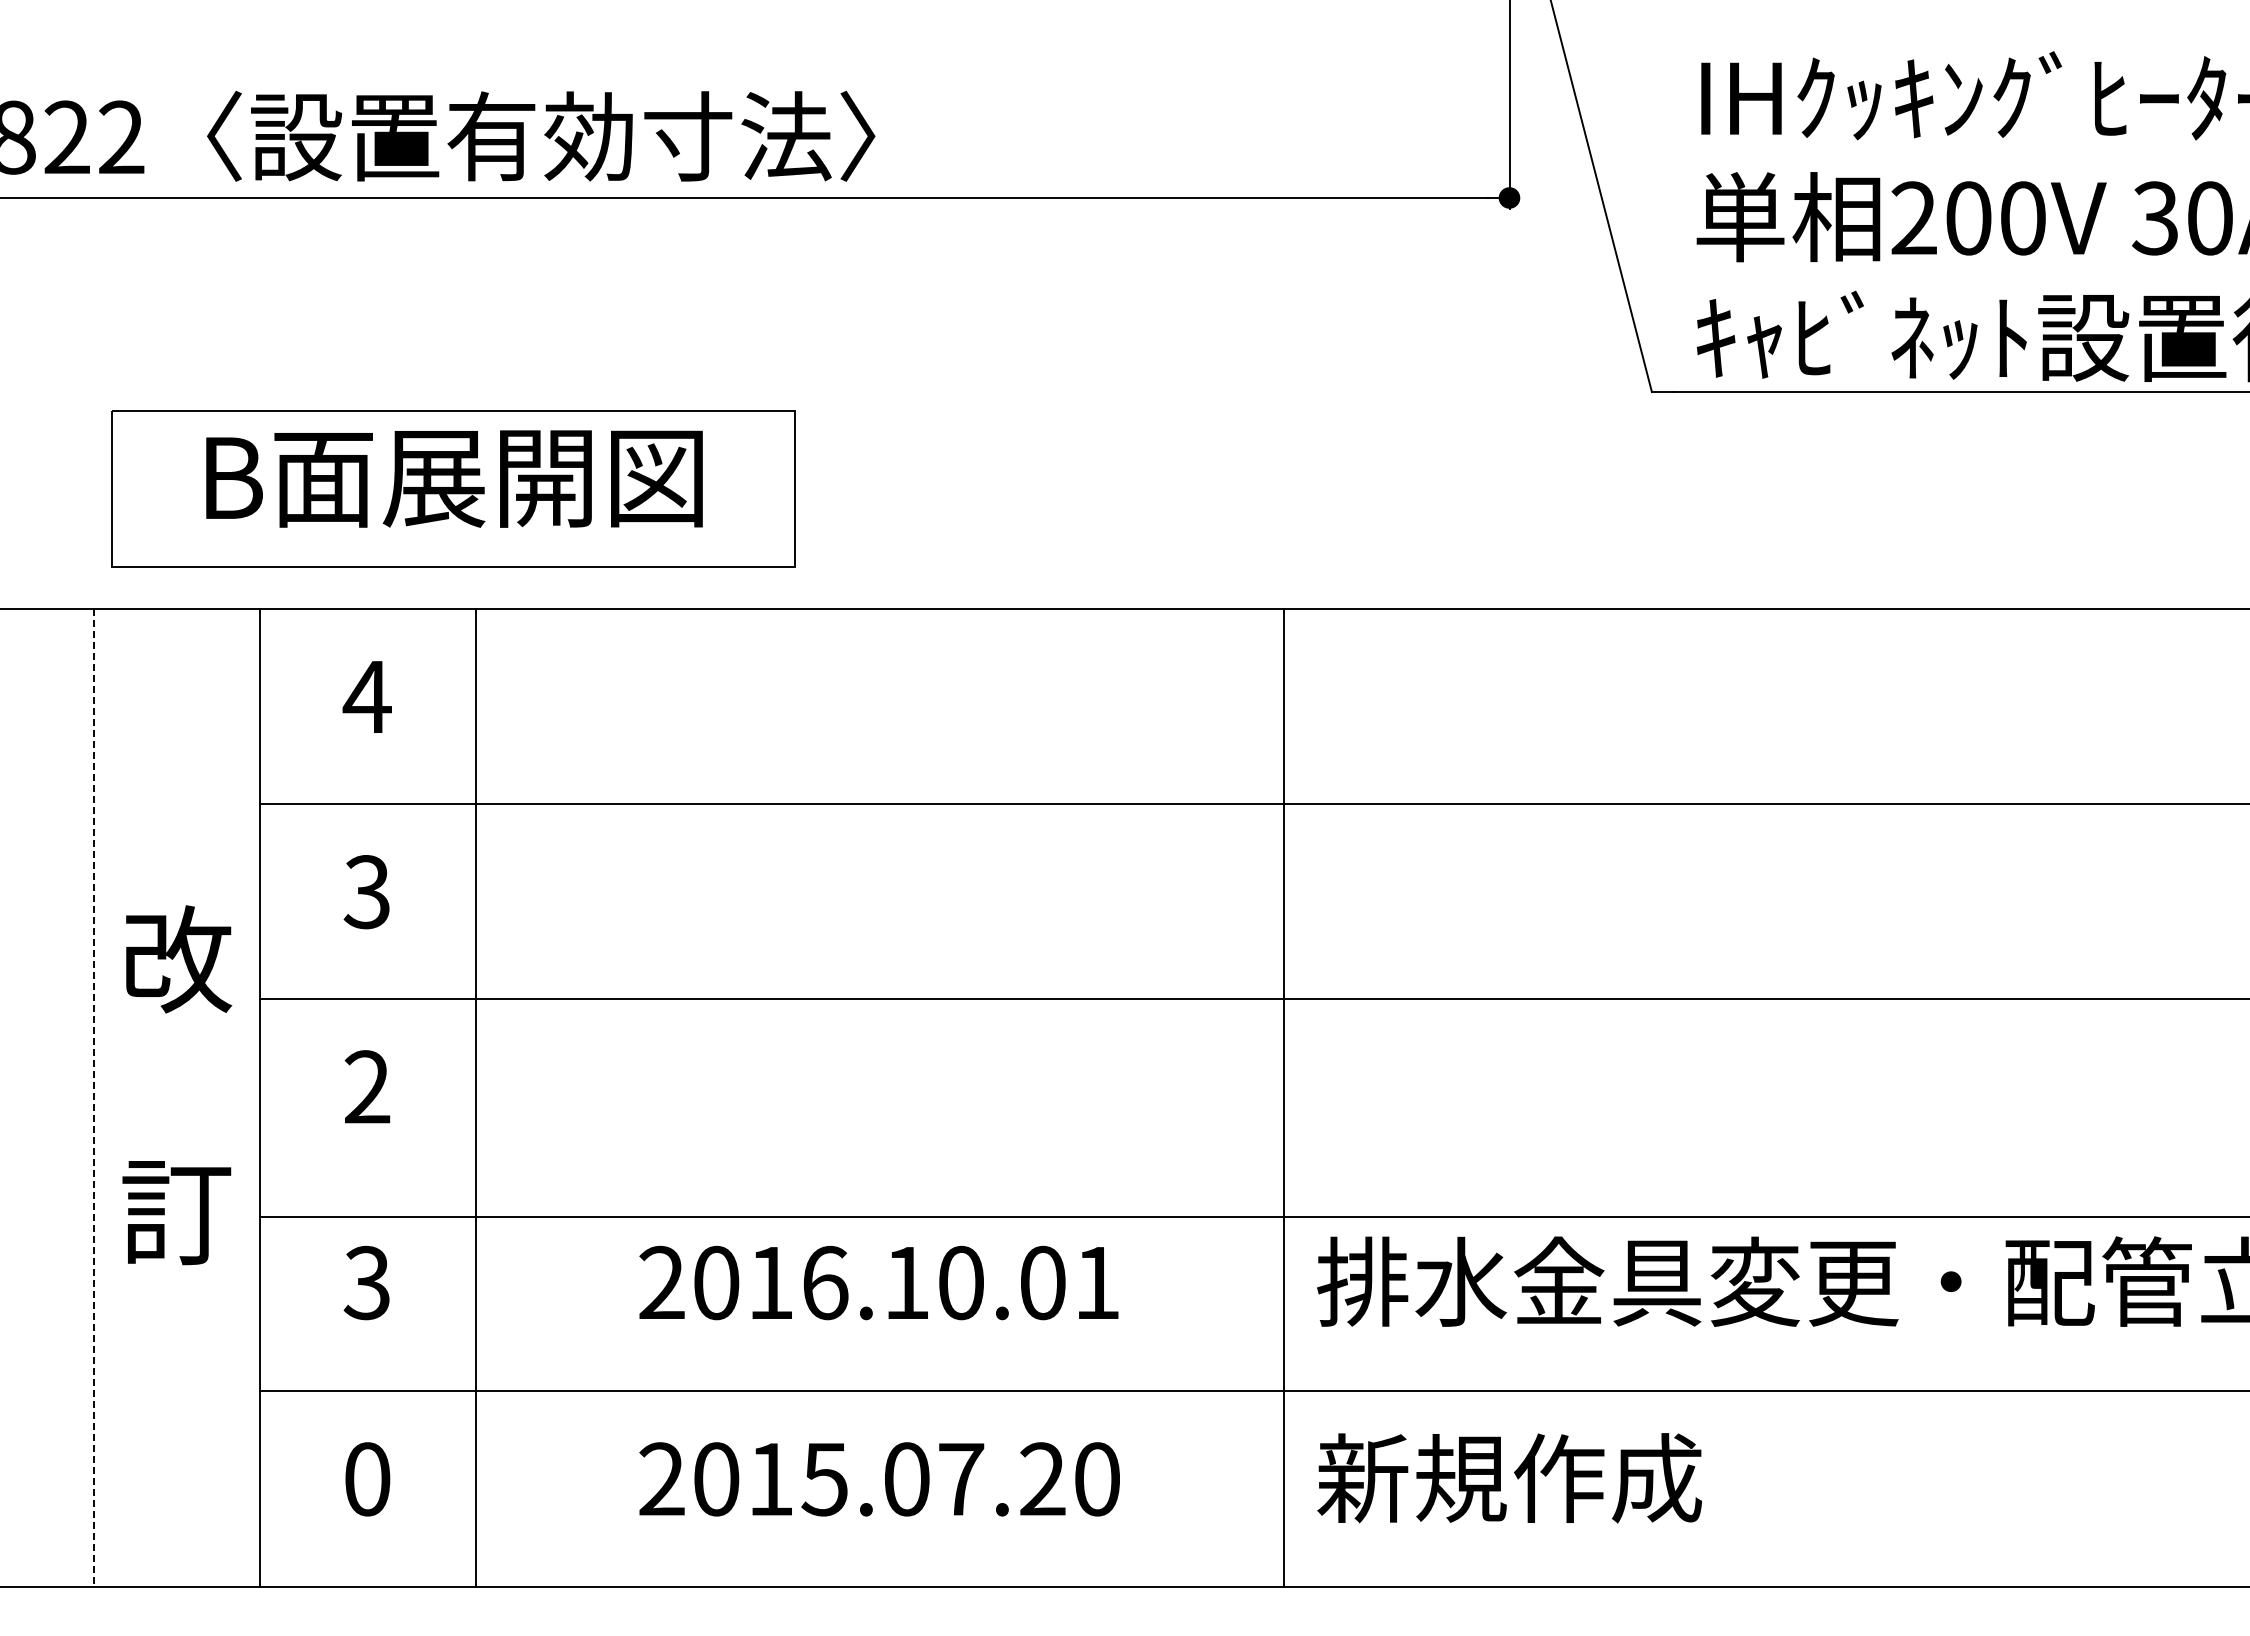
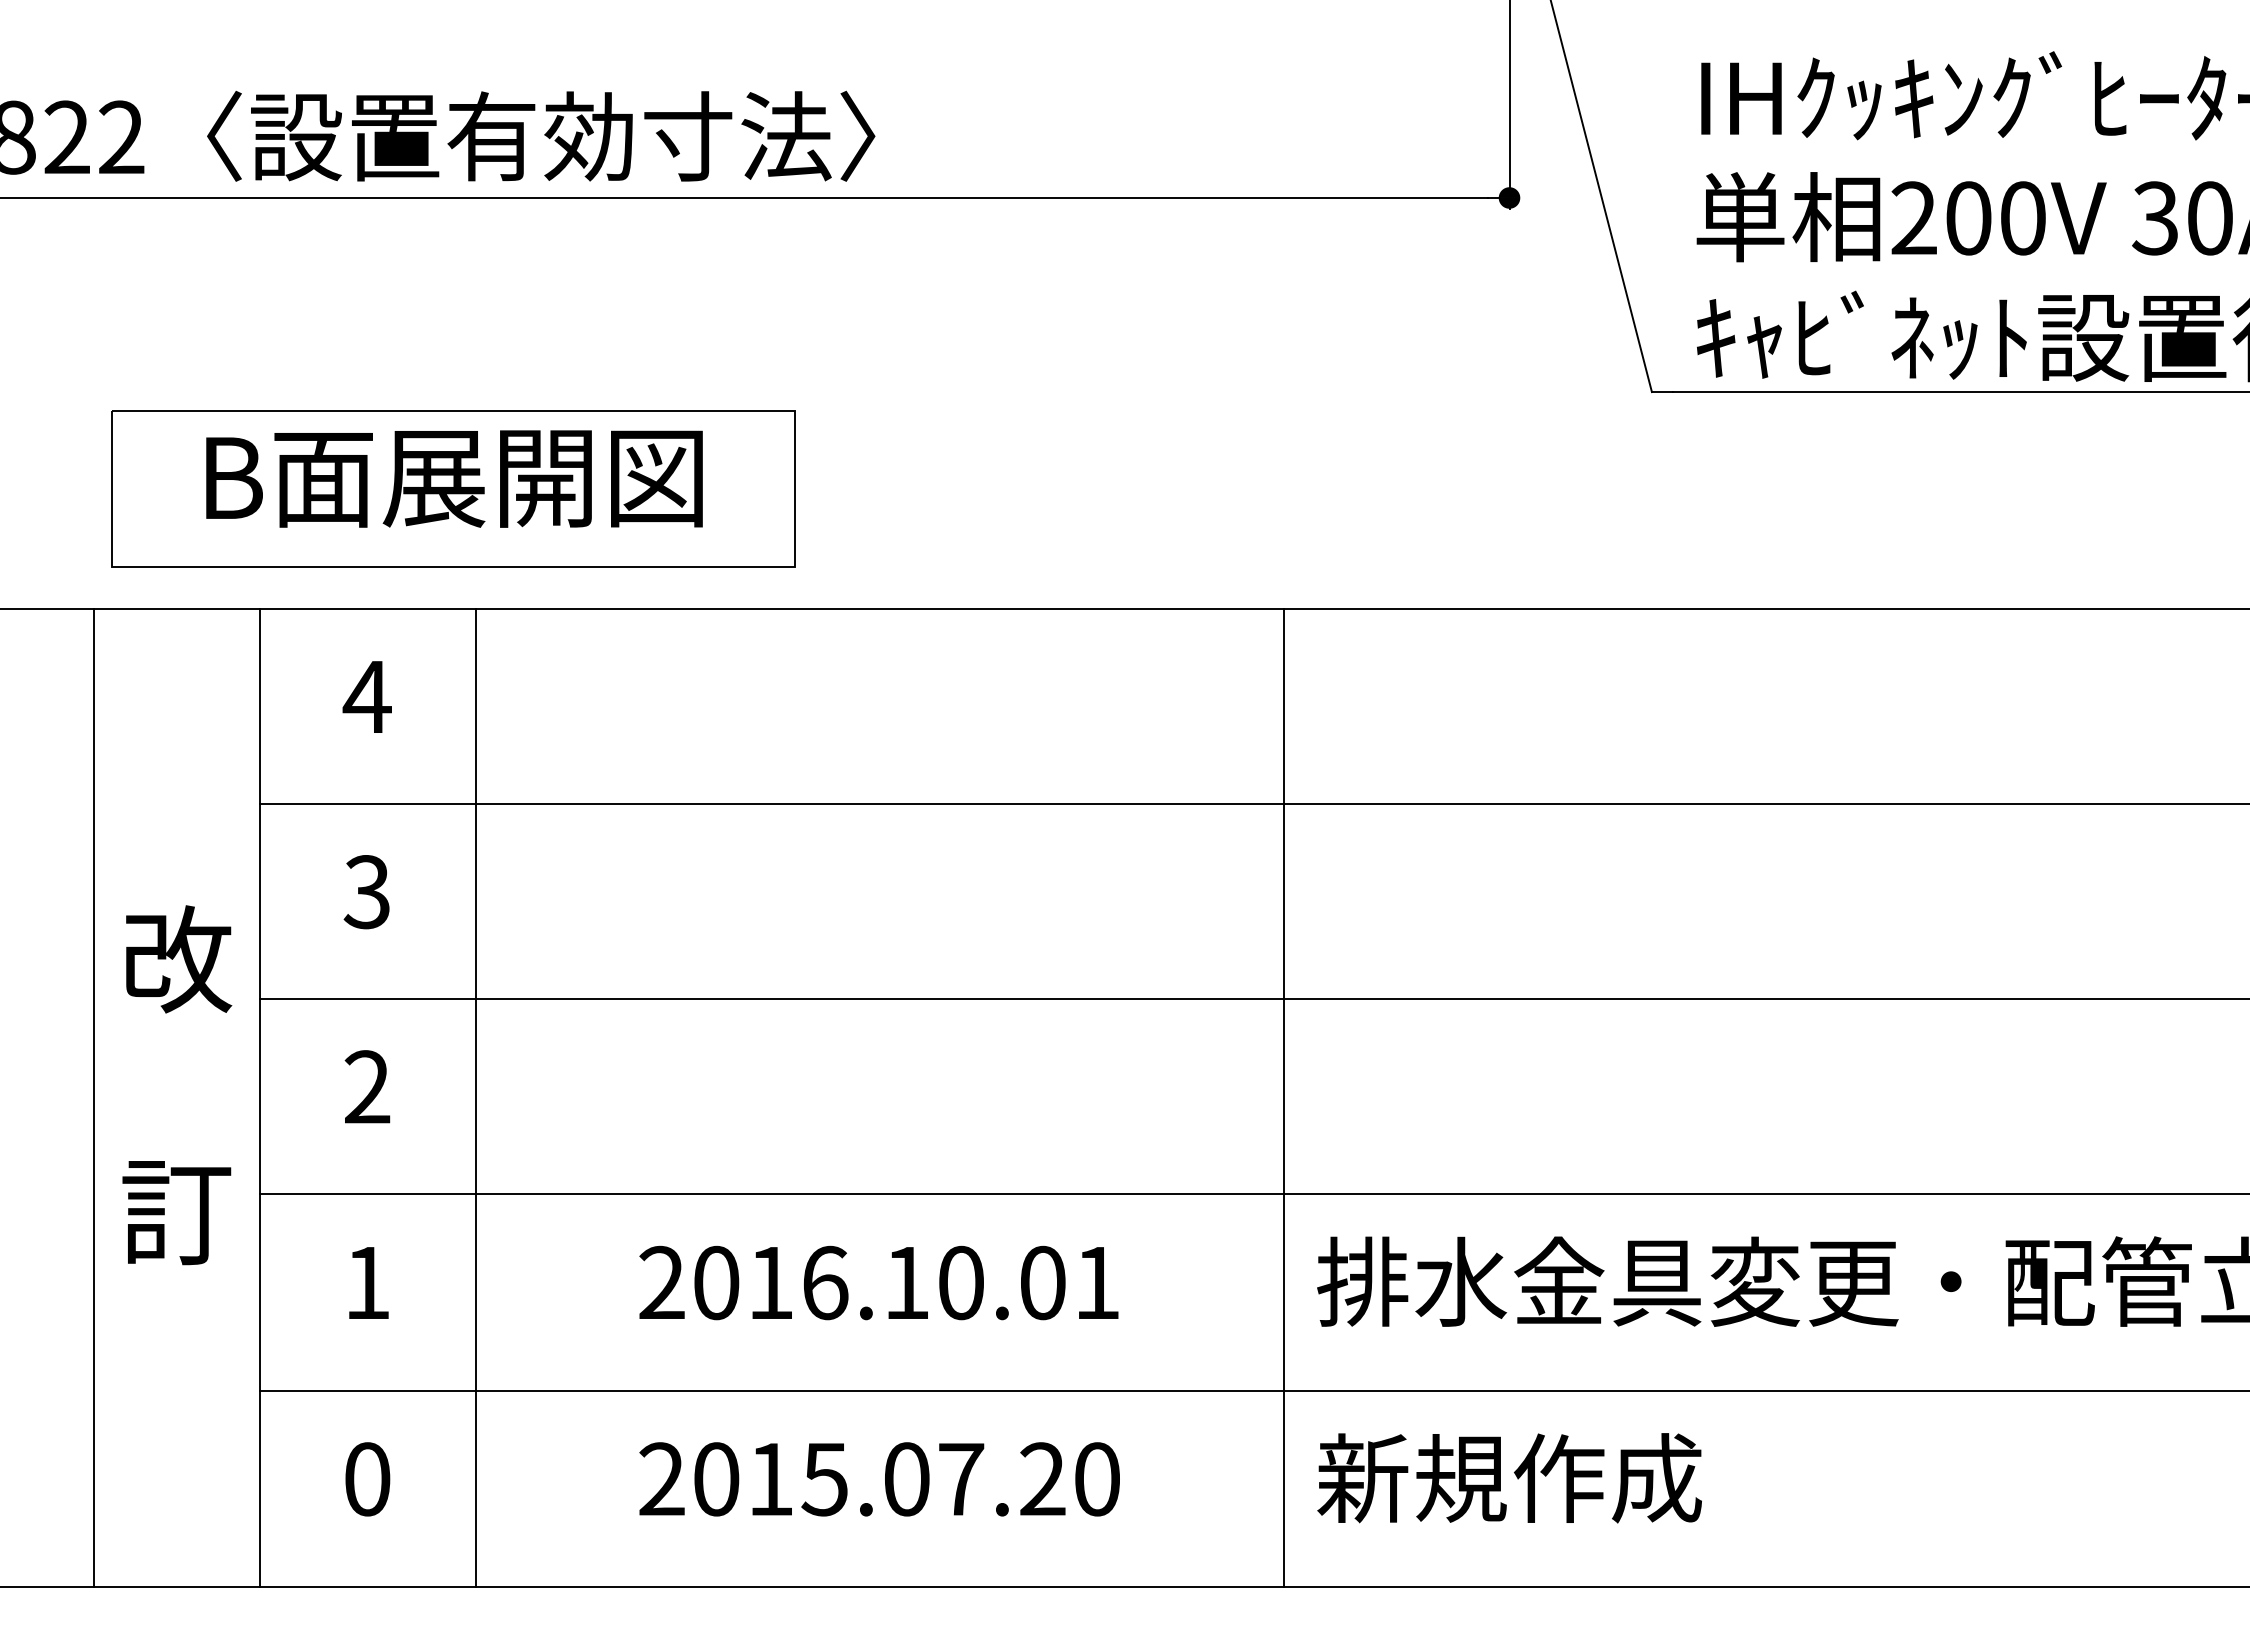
line at (94, 1098): dashed -> solid
line at (1252, 1217) position: (1252, 1217) -> (1252, 1194)
text at (366, 1282): 3 -> 1
